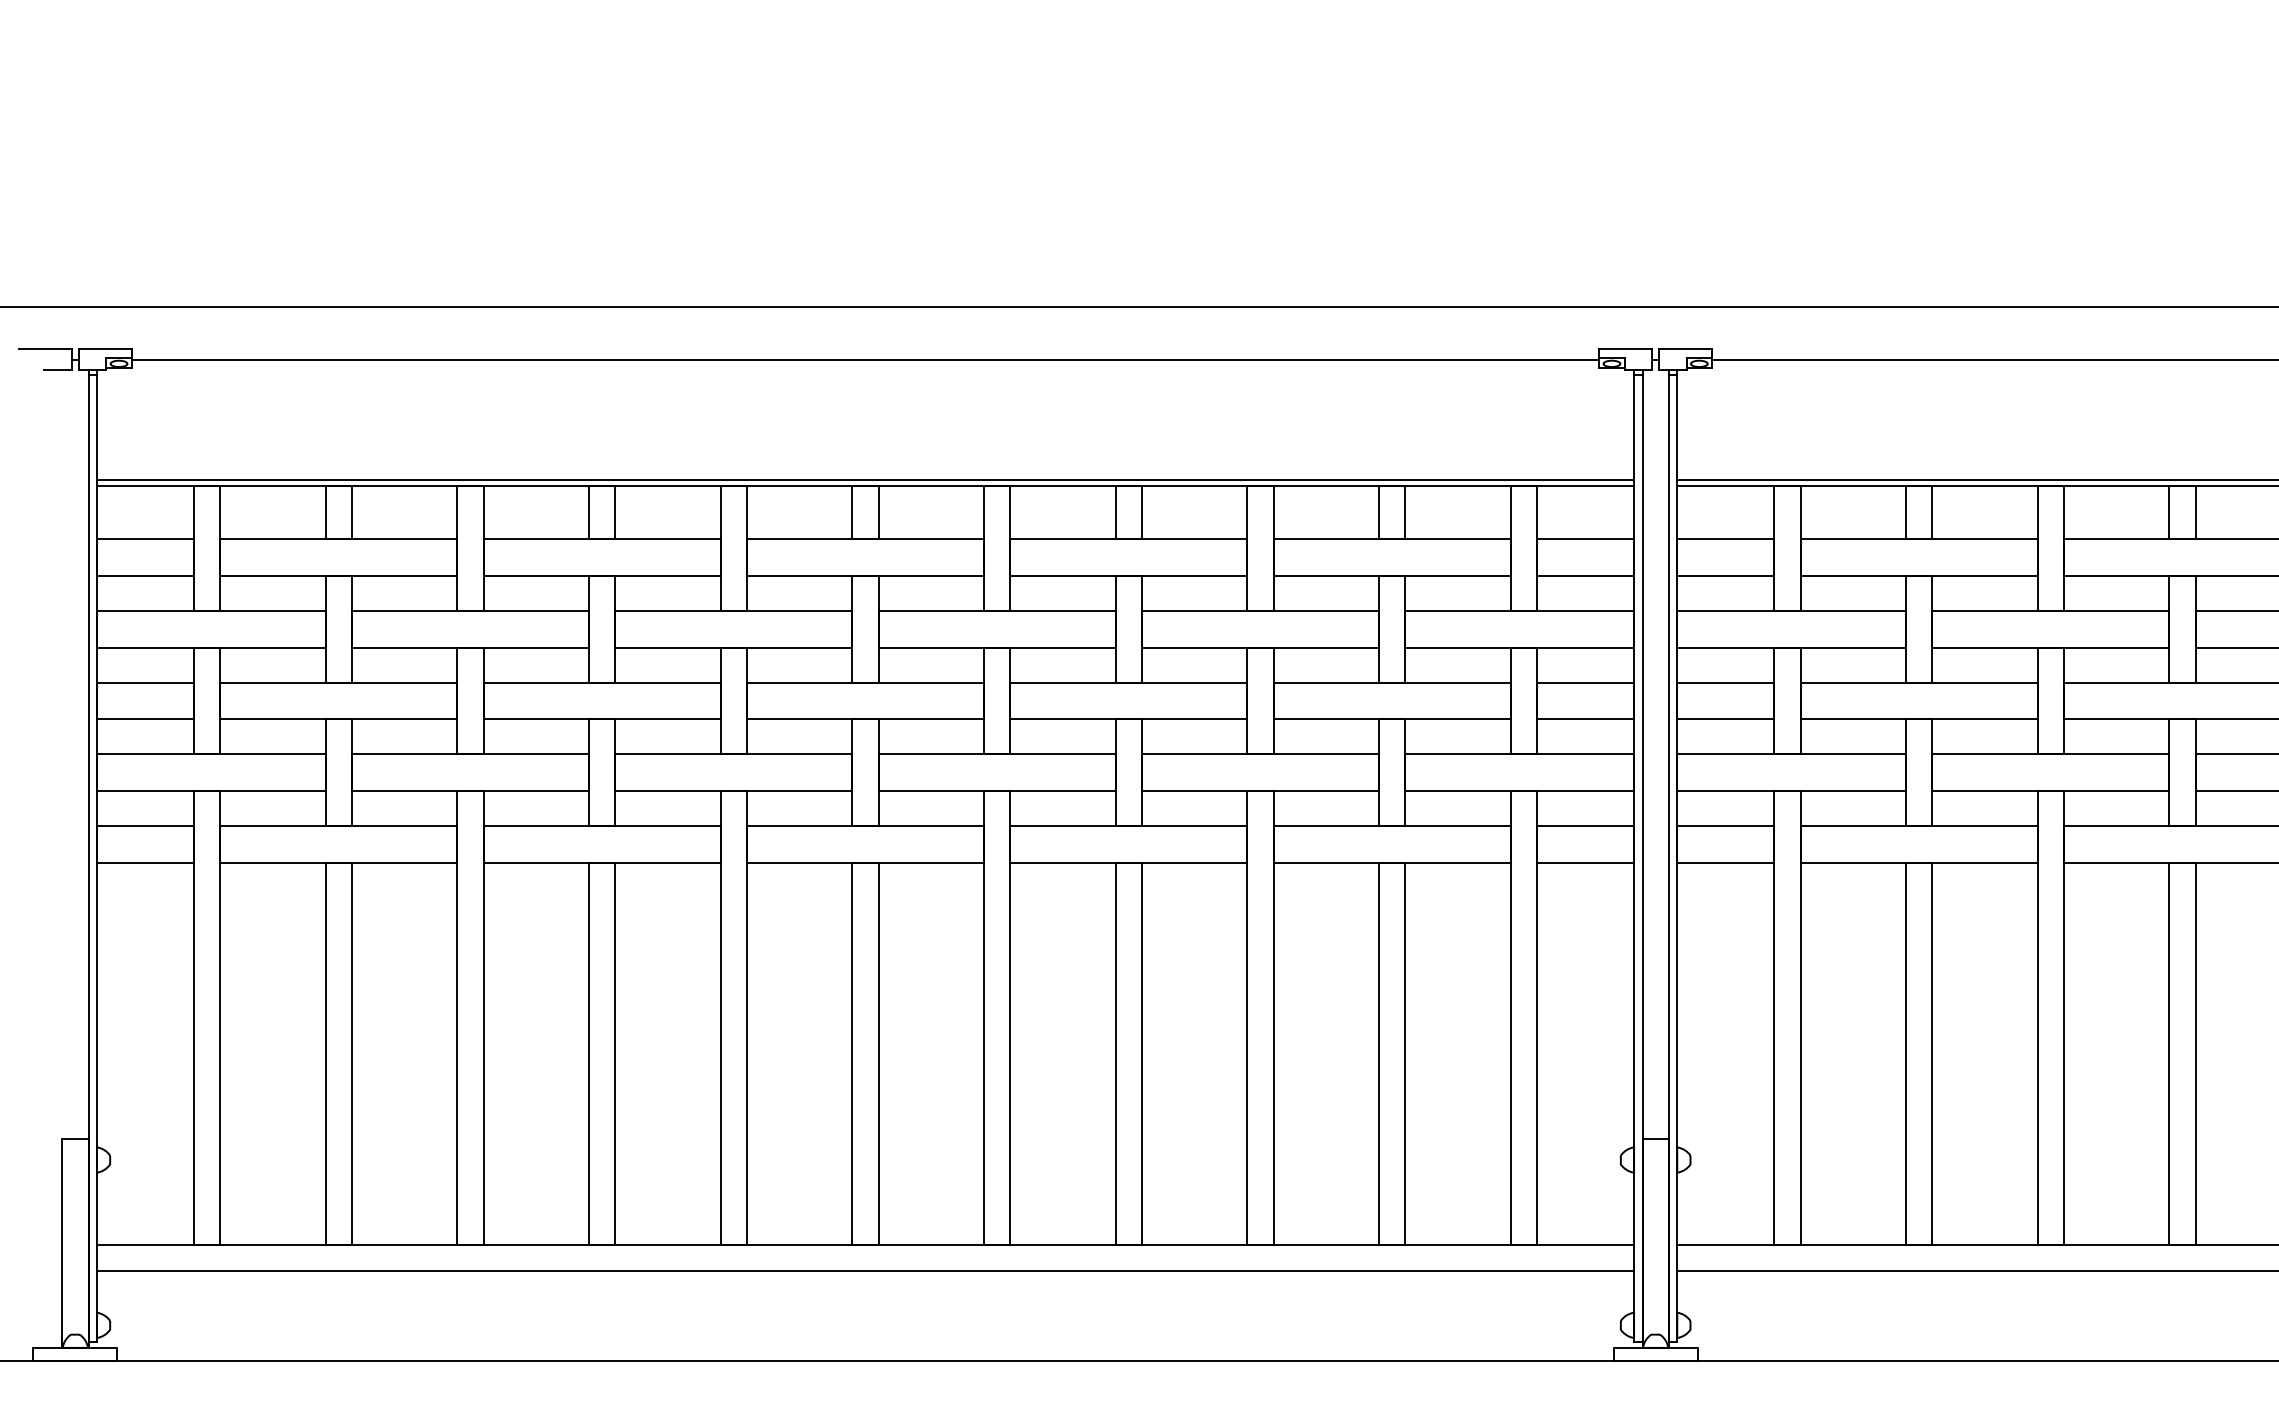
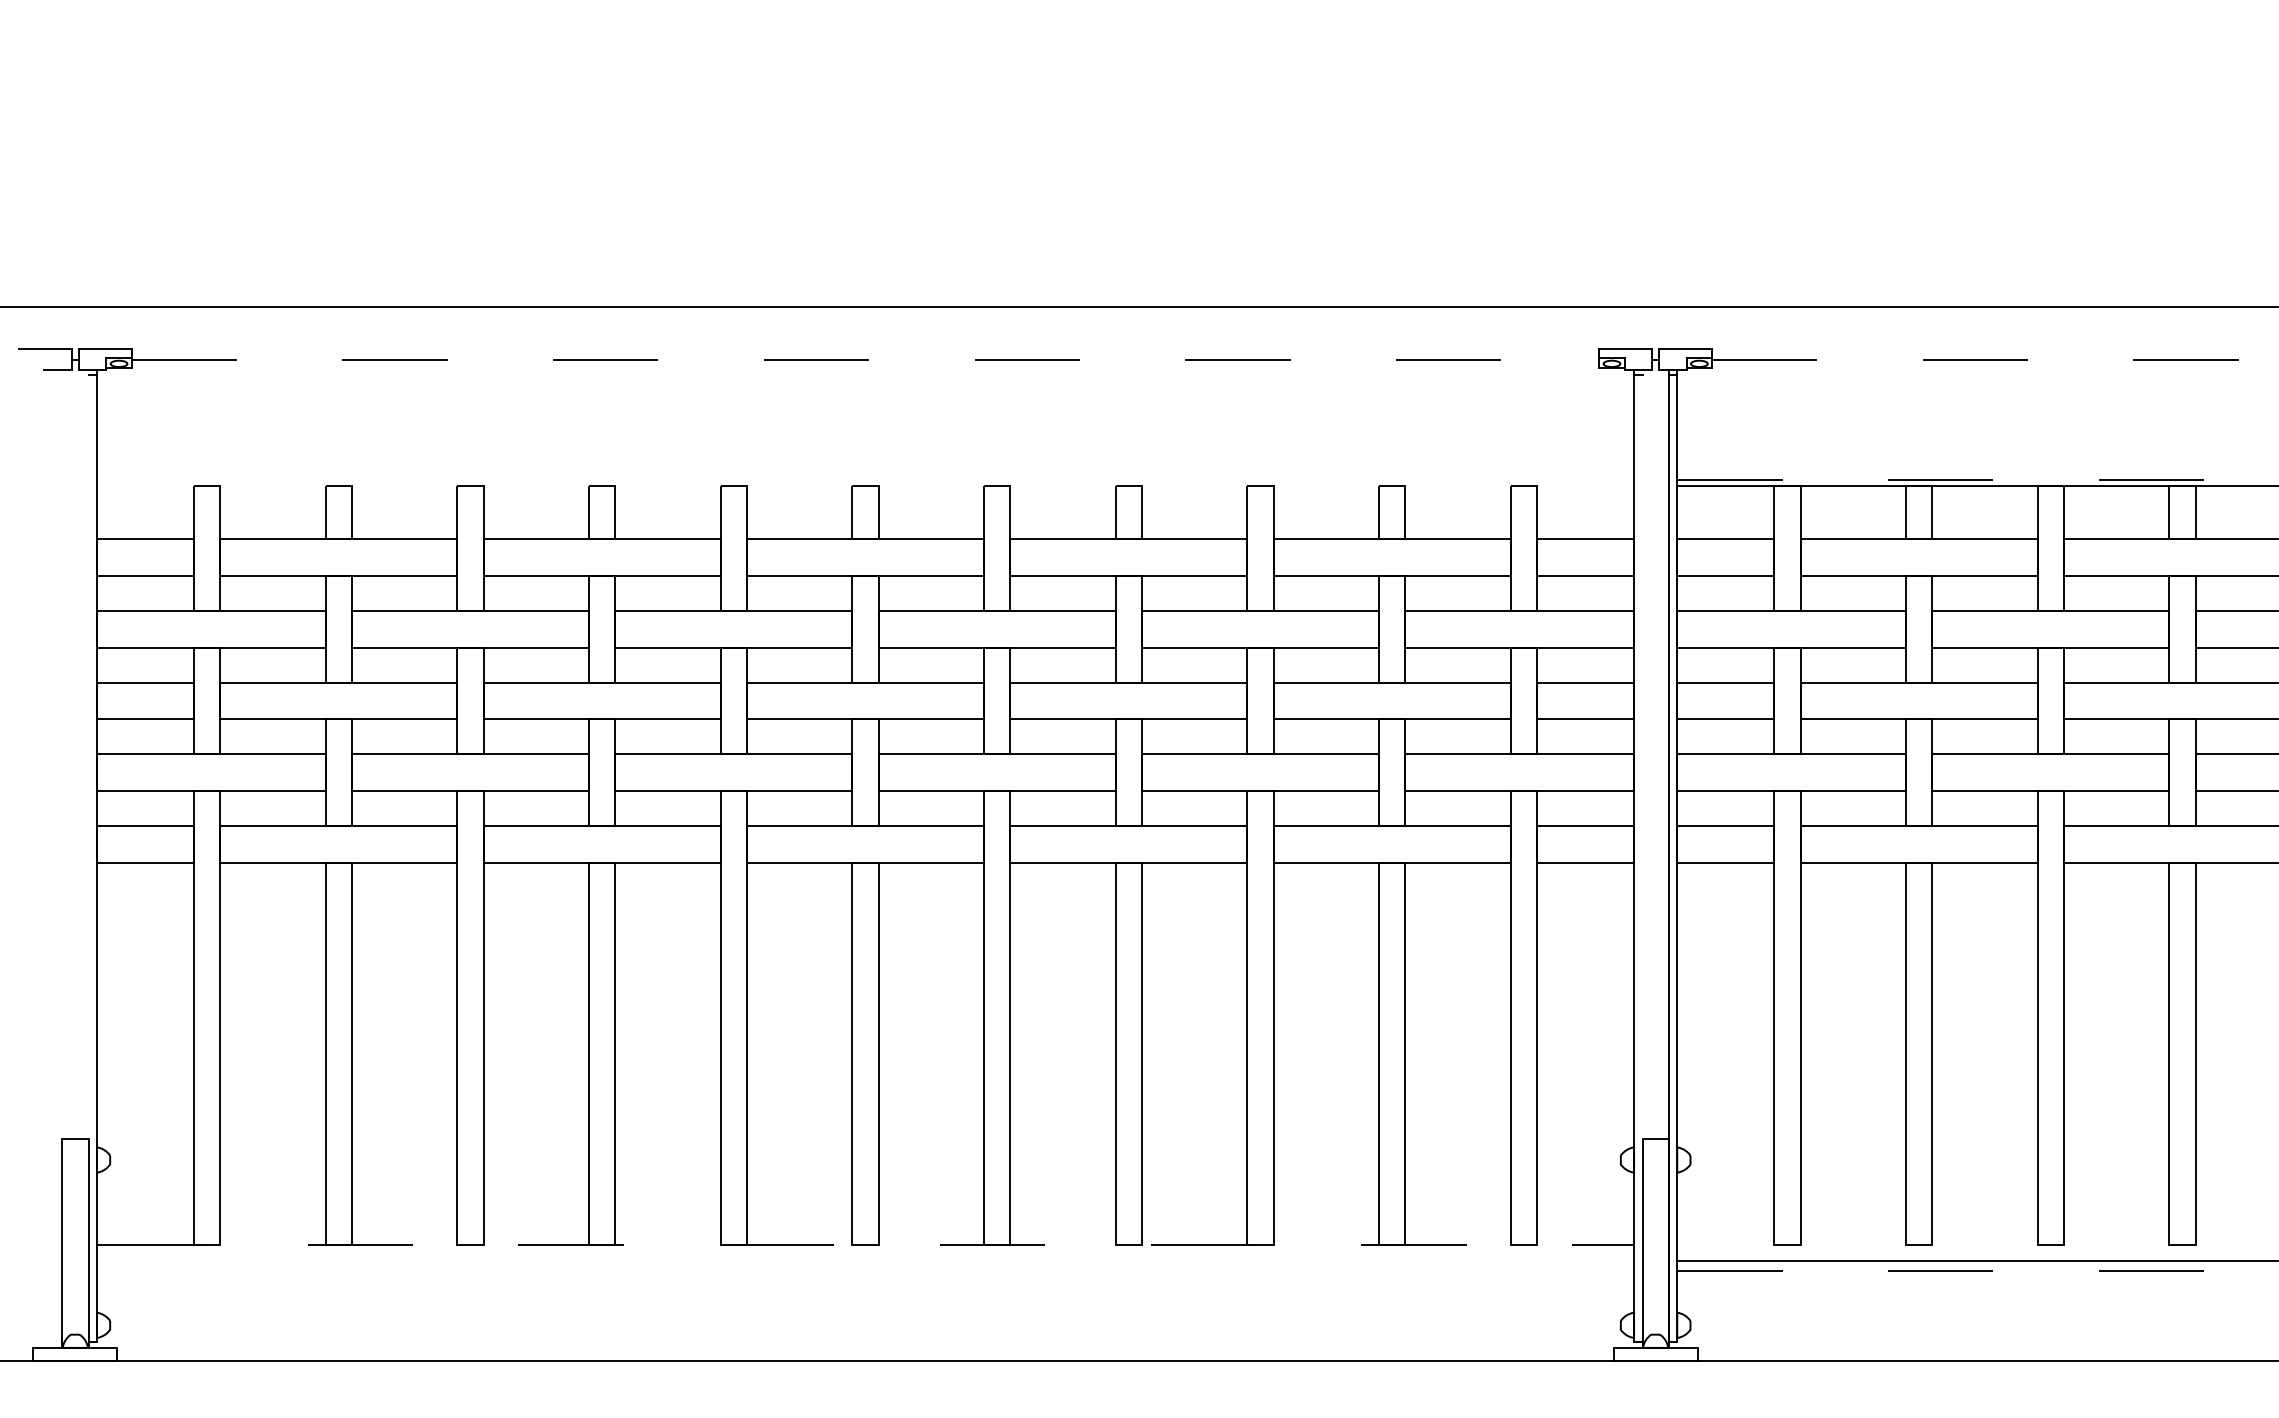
line at (865, 359): solid -> dashed
line at (1995, 359): solid -> dashed
line at (865, 479): present -> none
line at (1978, 479): solid -> dashed
line at (865, 486): present -> none
line at (88, 855): present -> none
line at (1642, 855): present -> none
line at (865, 1244): solid -> dashed
line at (1976, 1244) position: (1976, 1244) -> (1976, 1260)
line at (865, 1270): present -> none
line at (1978, 1270): solid -> dashed
